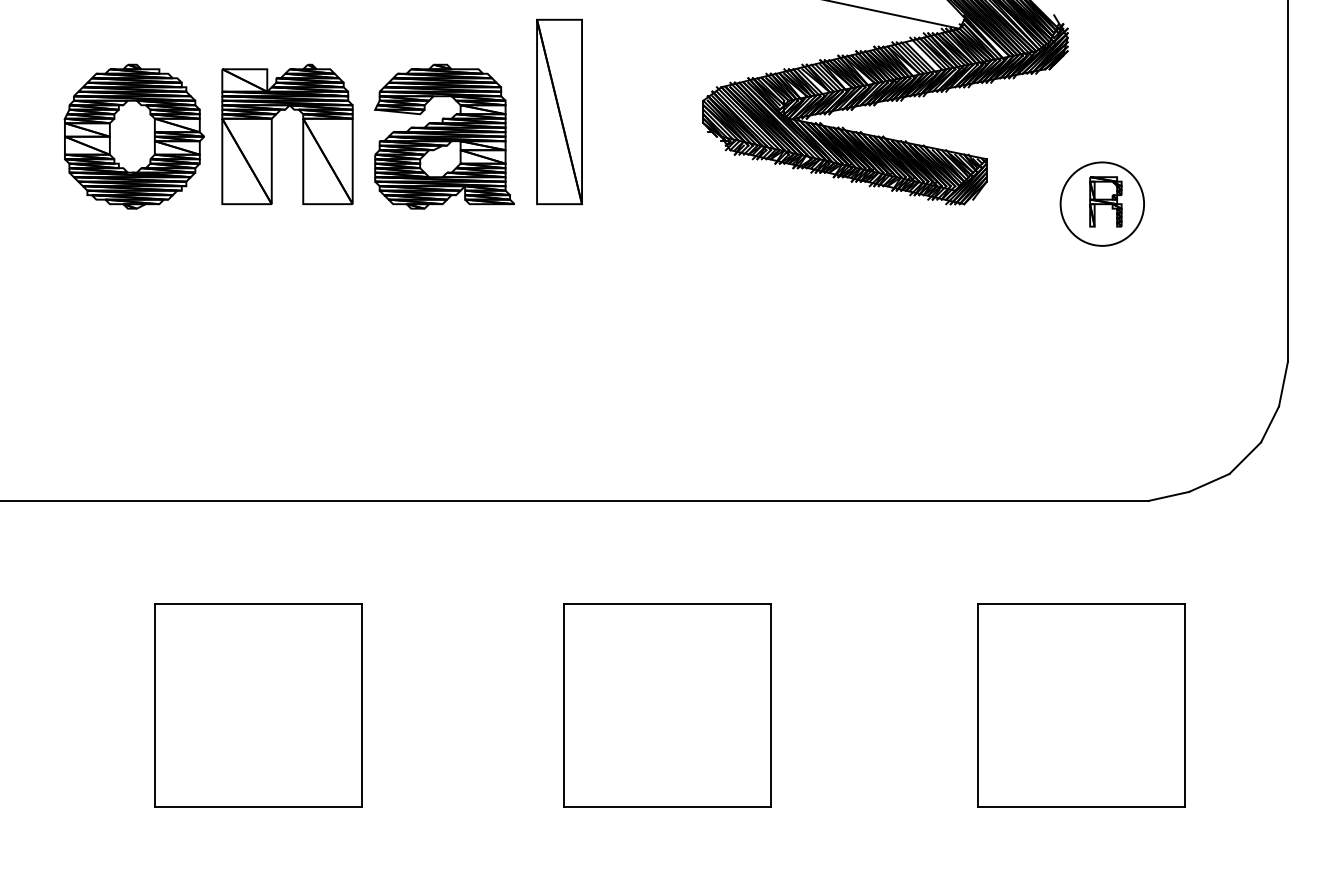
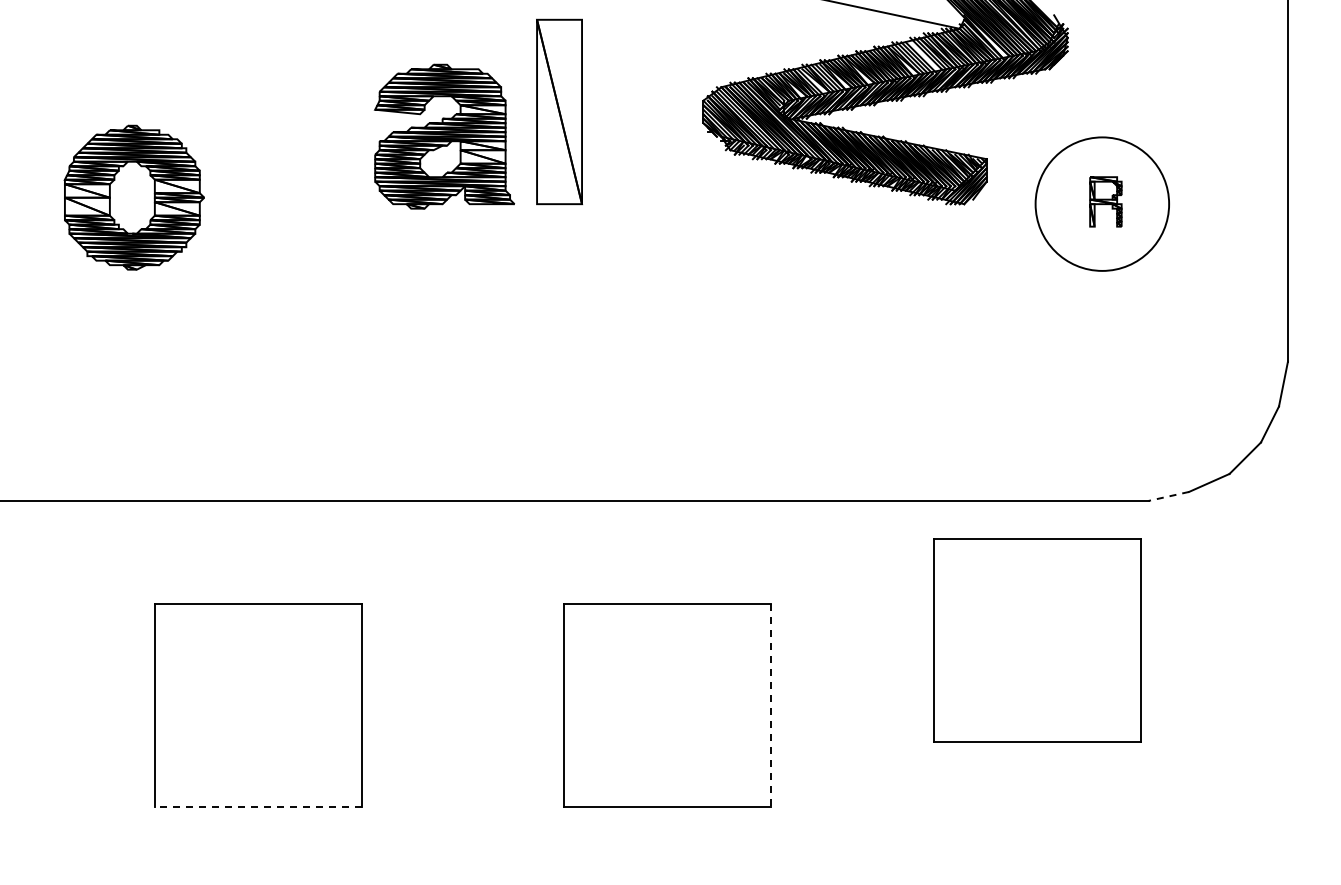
part at (272, 134): present -> none
part at (133, 136) position: (133, 136) -> (133, 197)
circle at (1102, 203) diameter: 83 px -> 134 px
line at (1168, 496): solid -> dashed
part at (1081, 705) position: (1081, 705) -> (1037, 640)
line at (770, 706): solid -> dashed
line at (257, 806): solid -> dashed
